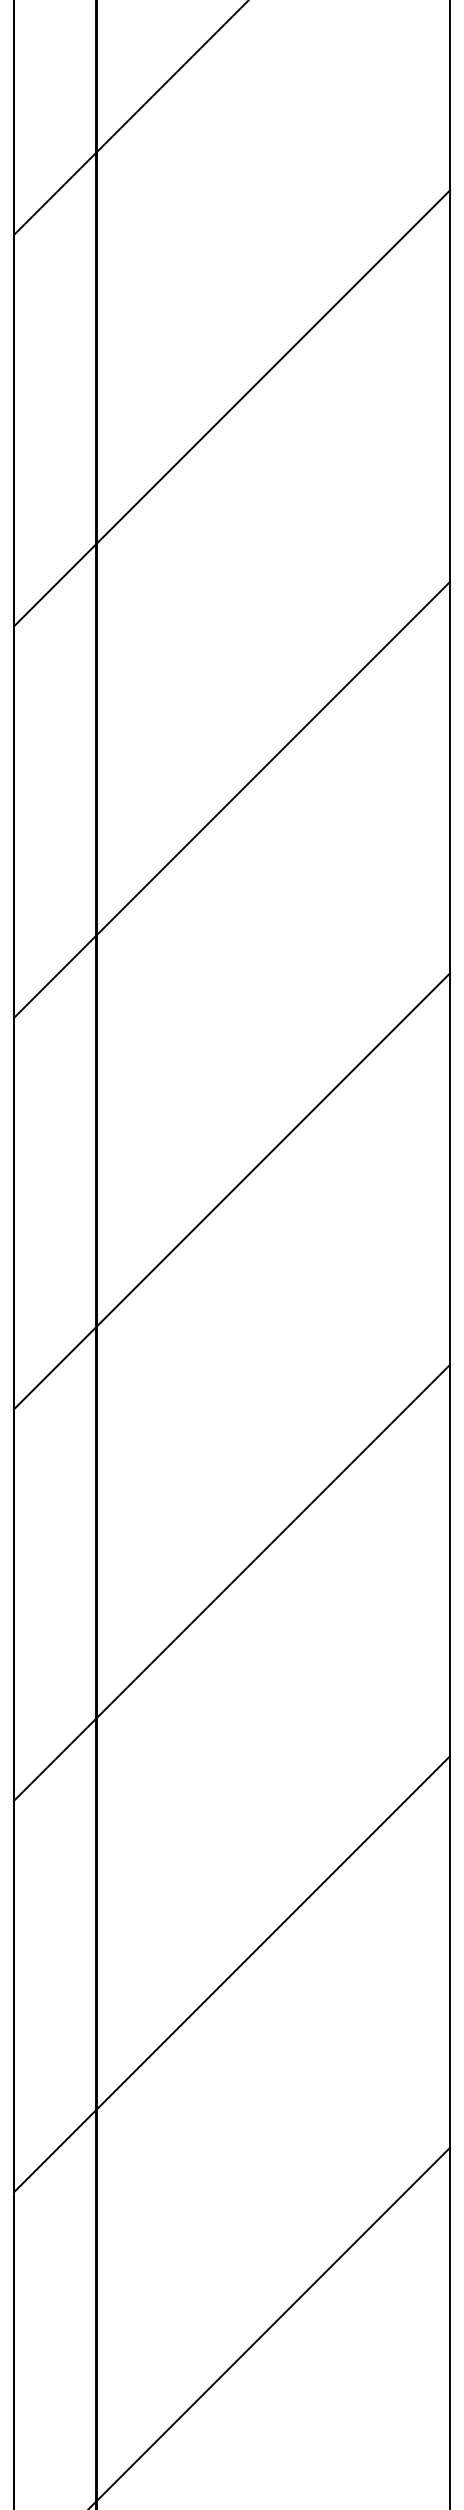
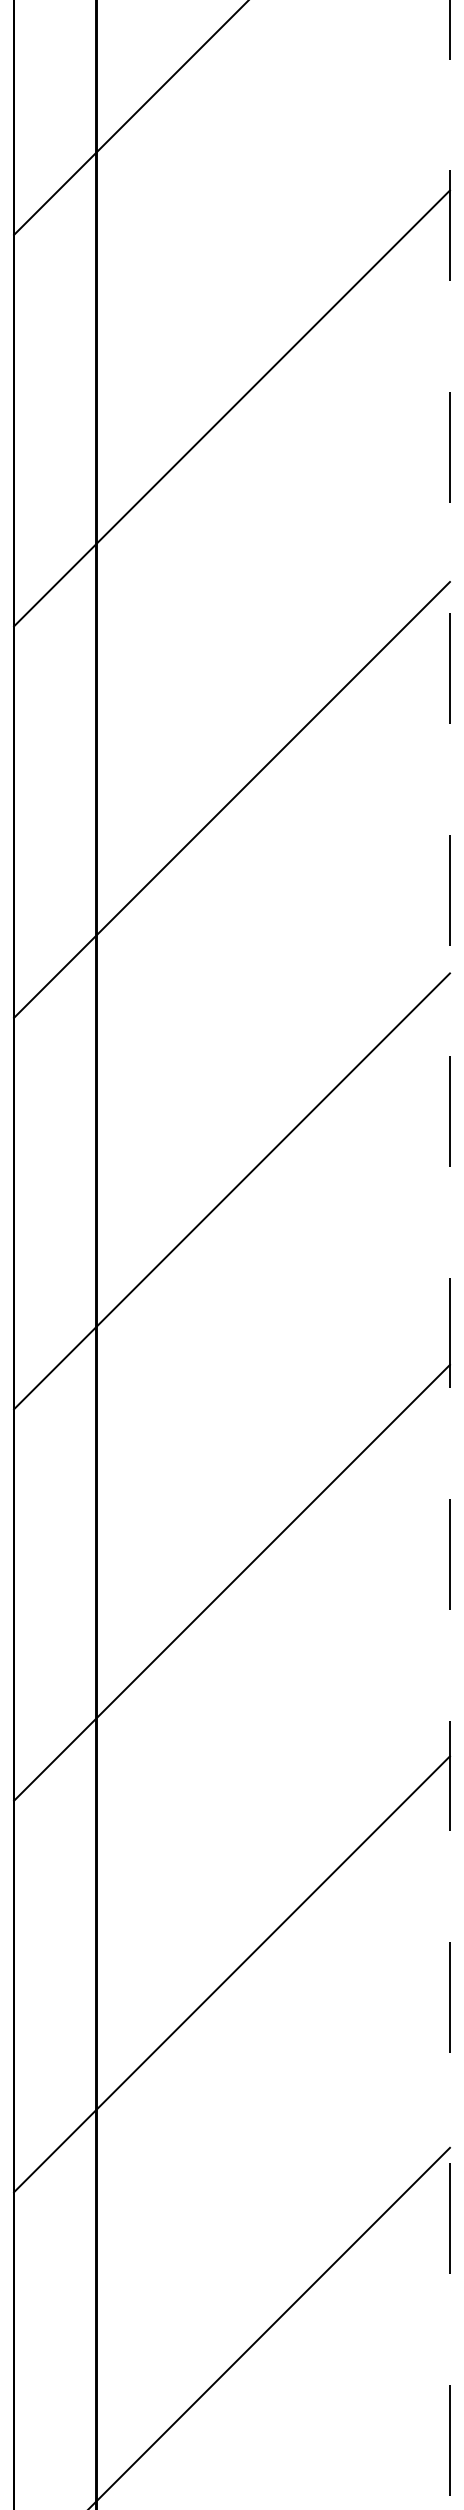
line at (449, 1254): solid -> dashed
